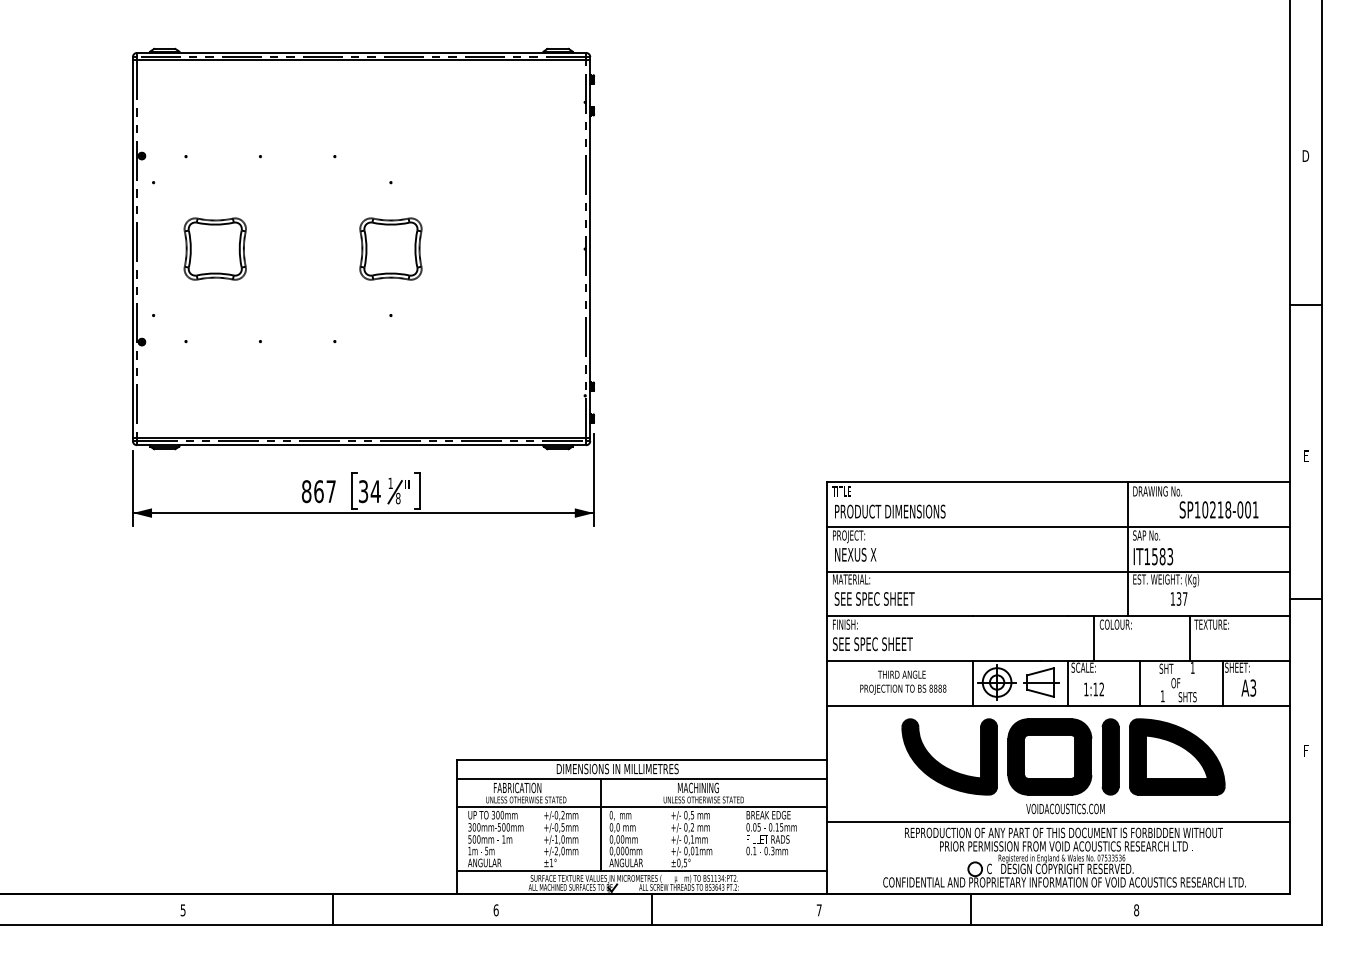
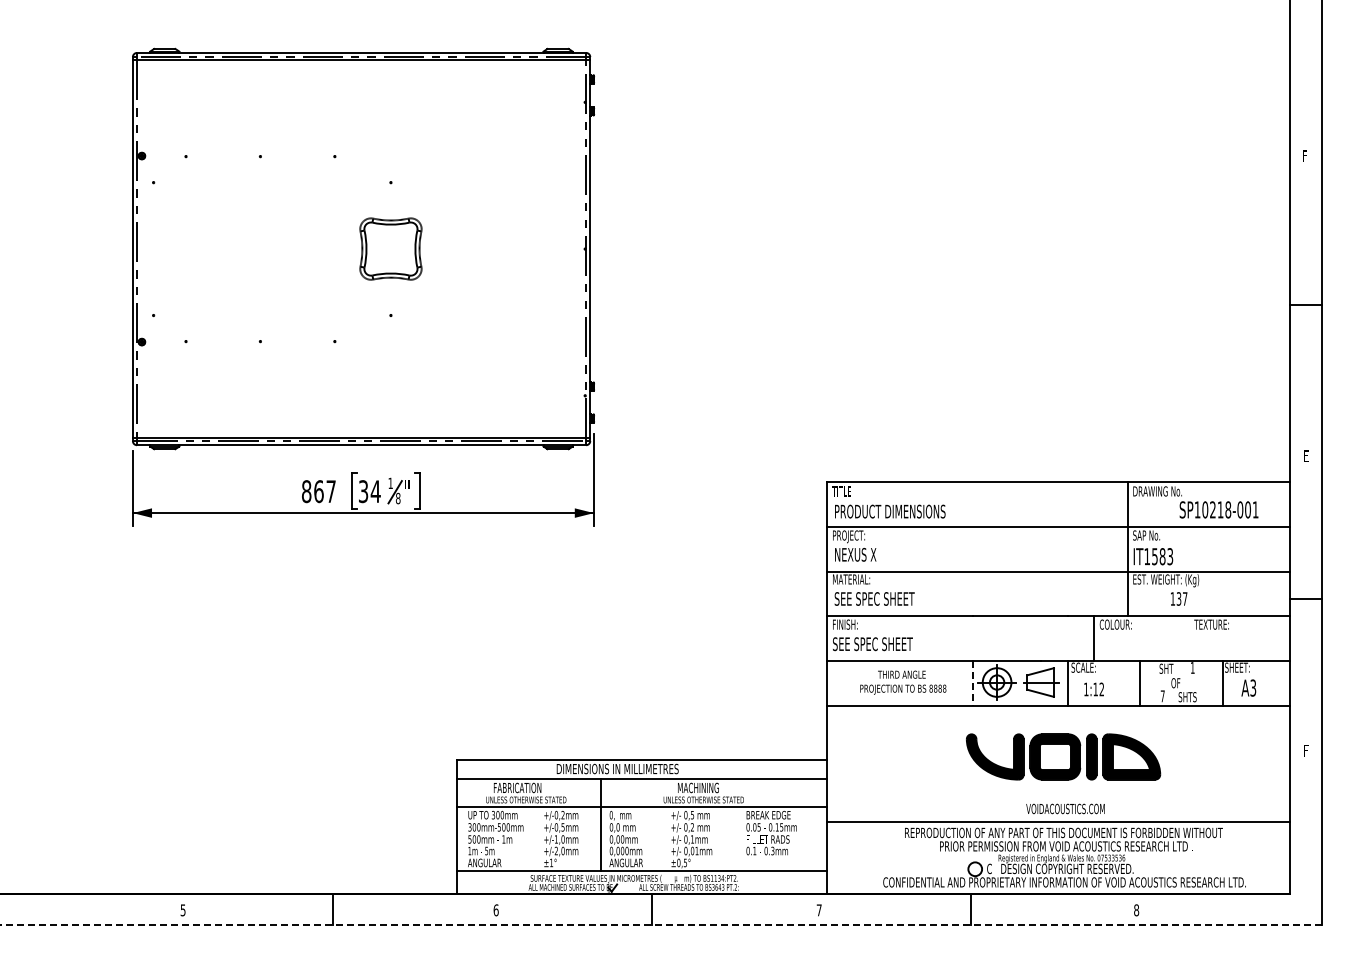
text at (1305, 155): D -> F
part at (214, 248): present -> none
line at (1190, 638): present -> none
line at (972, 683): solid -> dashed
text at (1162, 696): 1 -> 7
part at (1063, 756) size: 325x78 px -> 196x48 px
line at (661, 925): solid -> dashed
